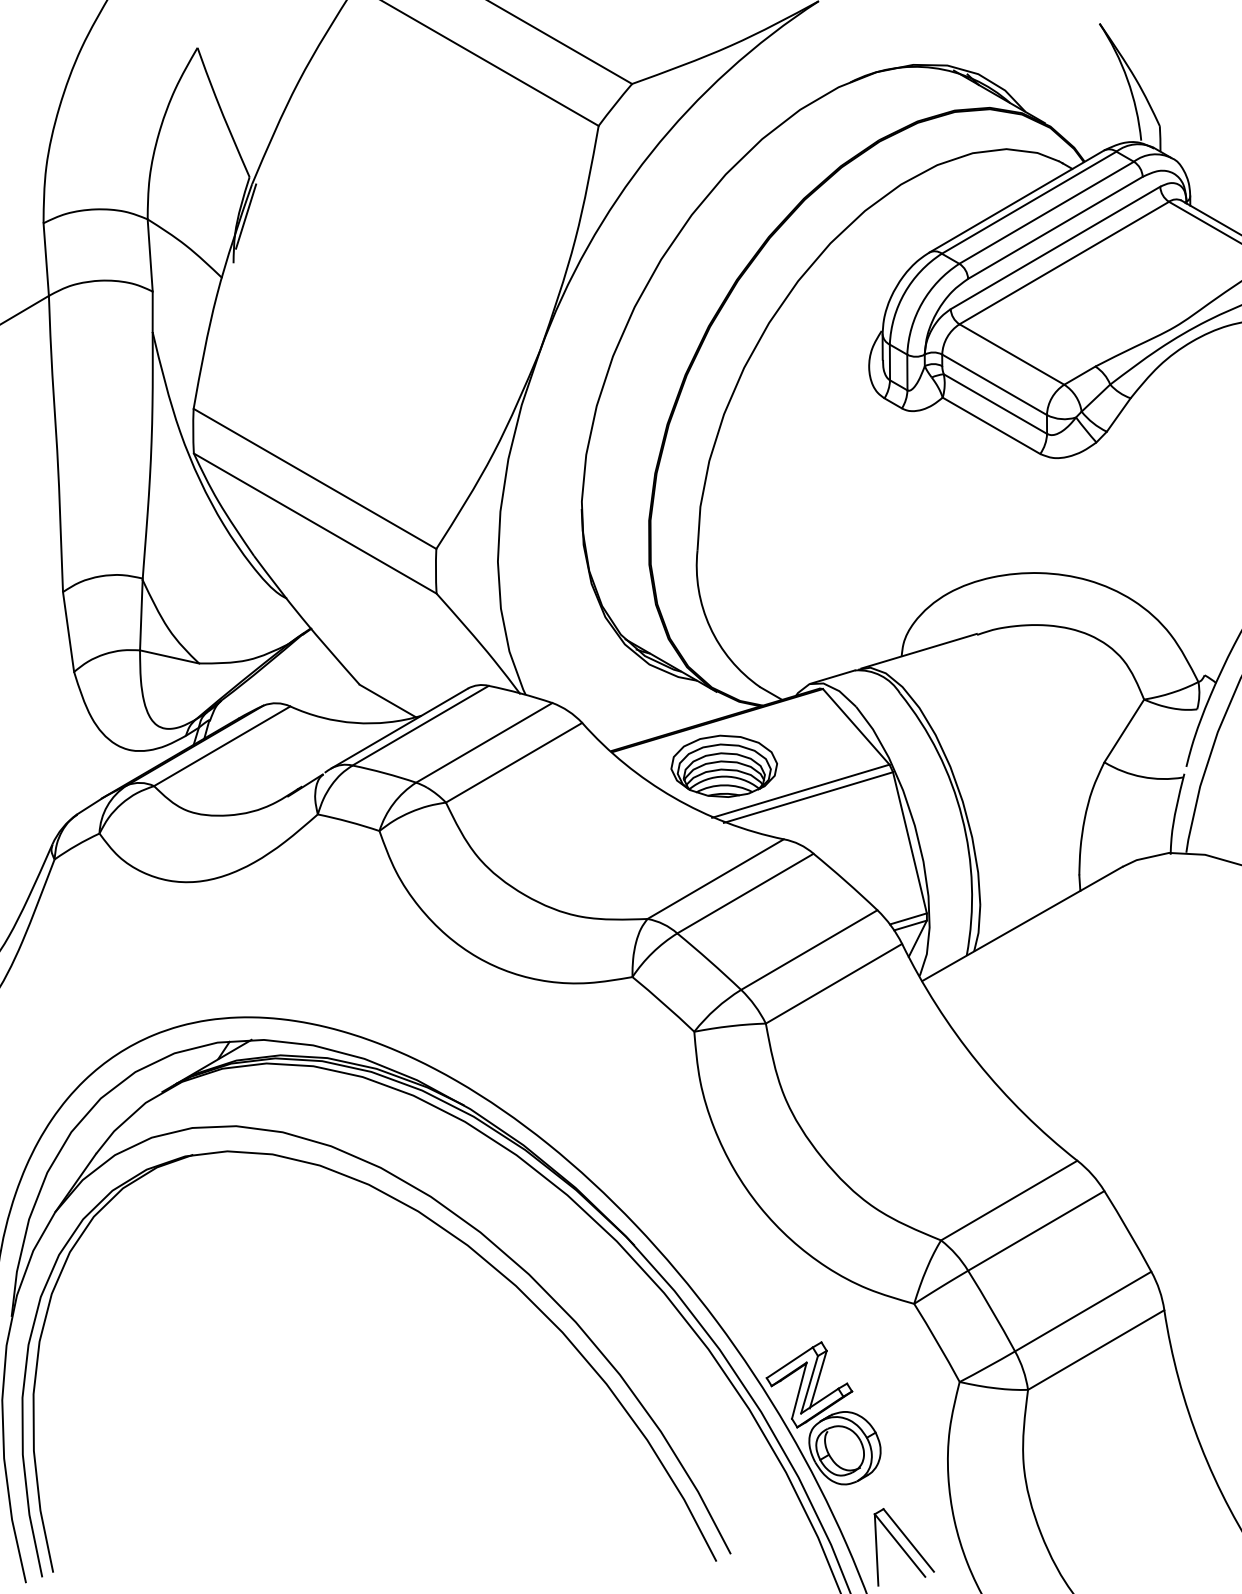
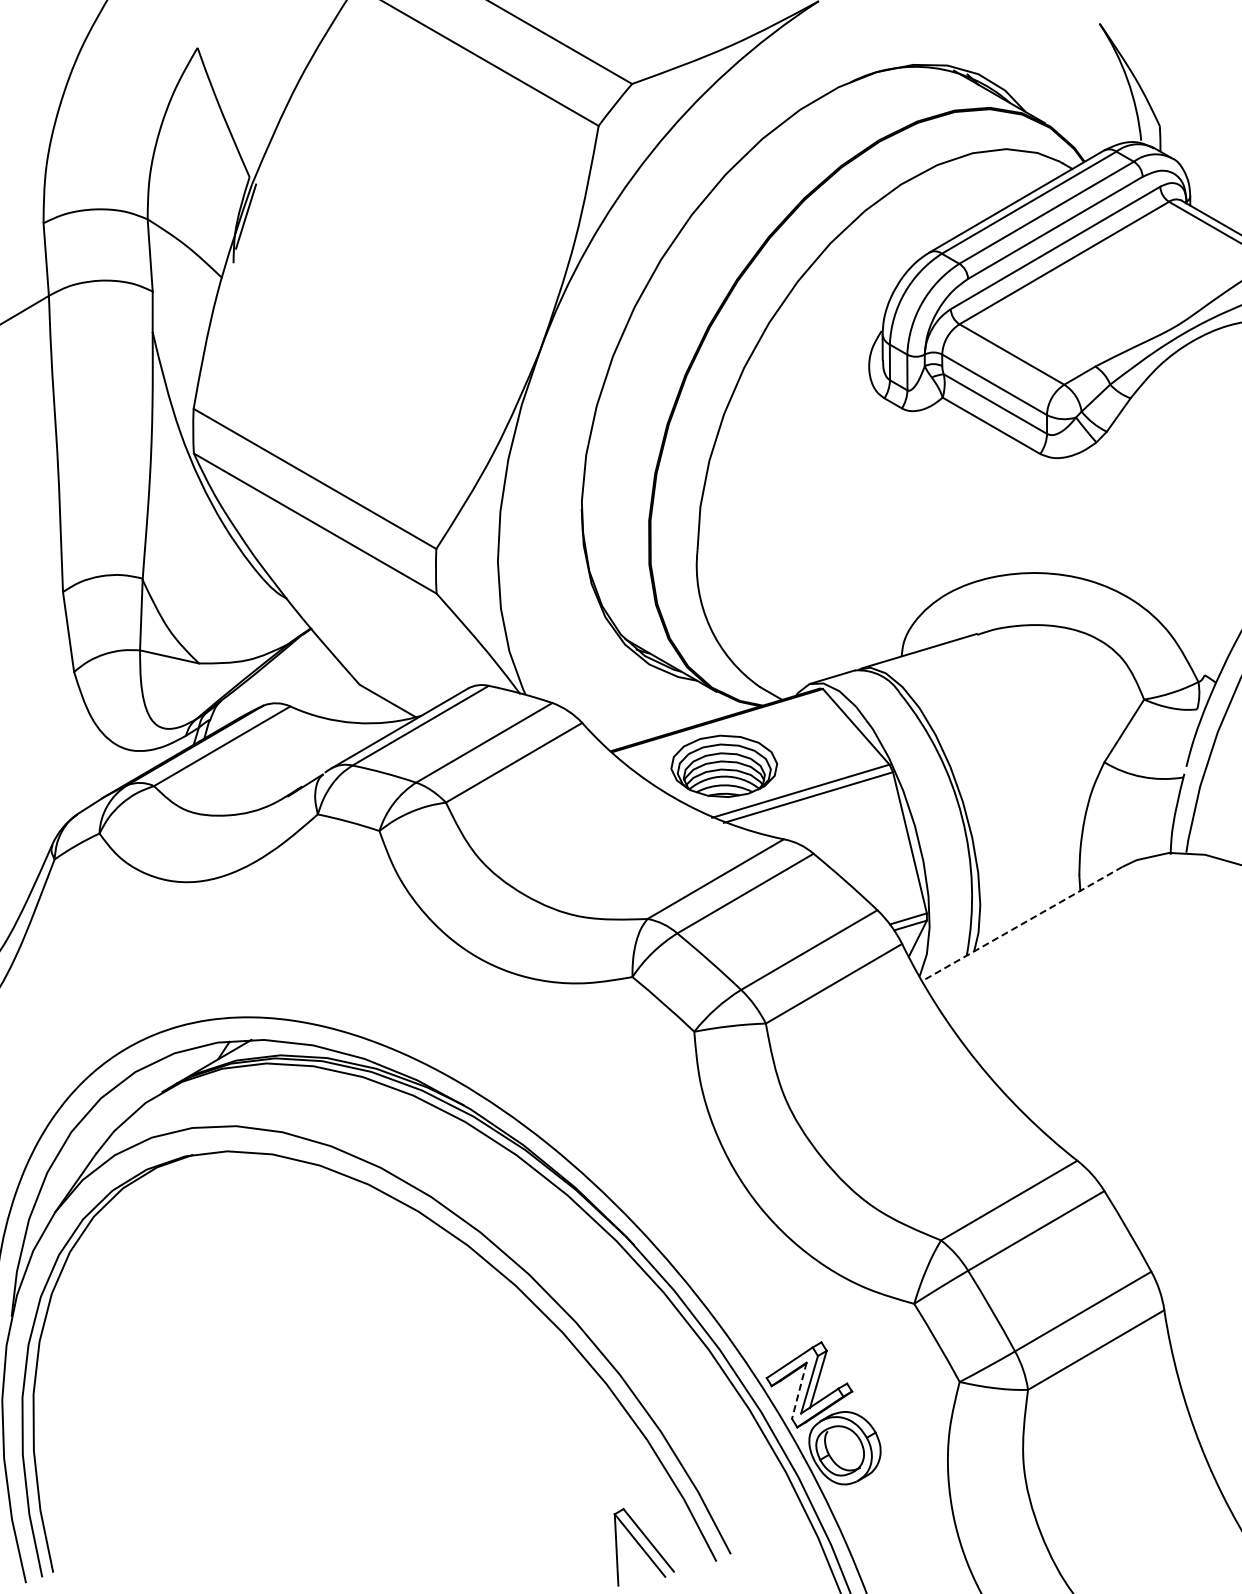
line at (1021, 924): solid -> dashed
line at (799, 1391): solid -> dashed
part at (903, 1547) position: (903, 1547) -> (643, 1547)
